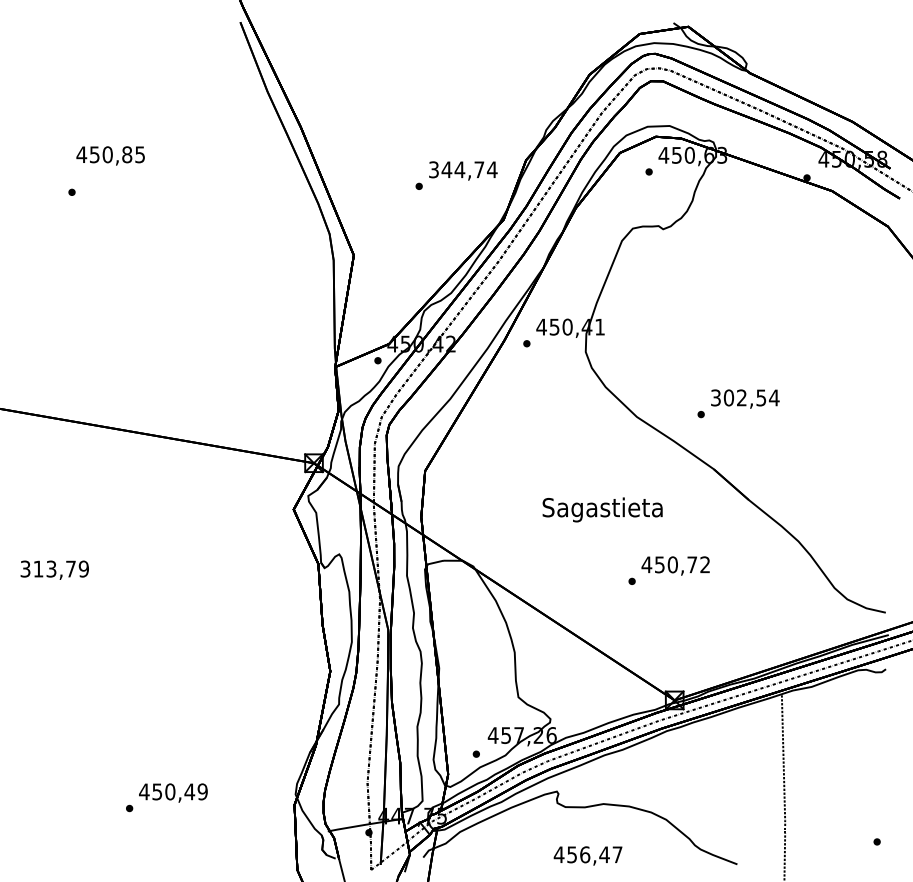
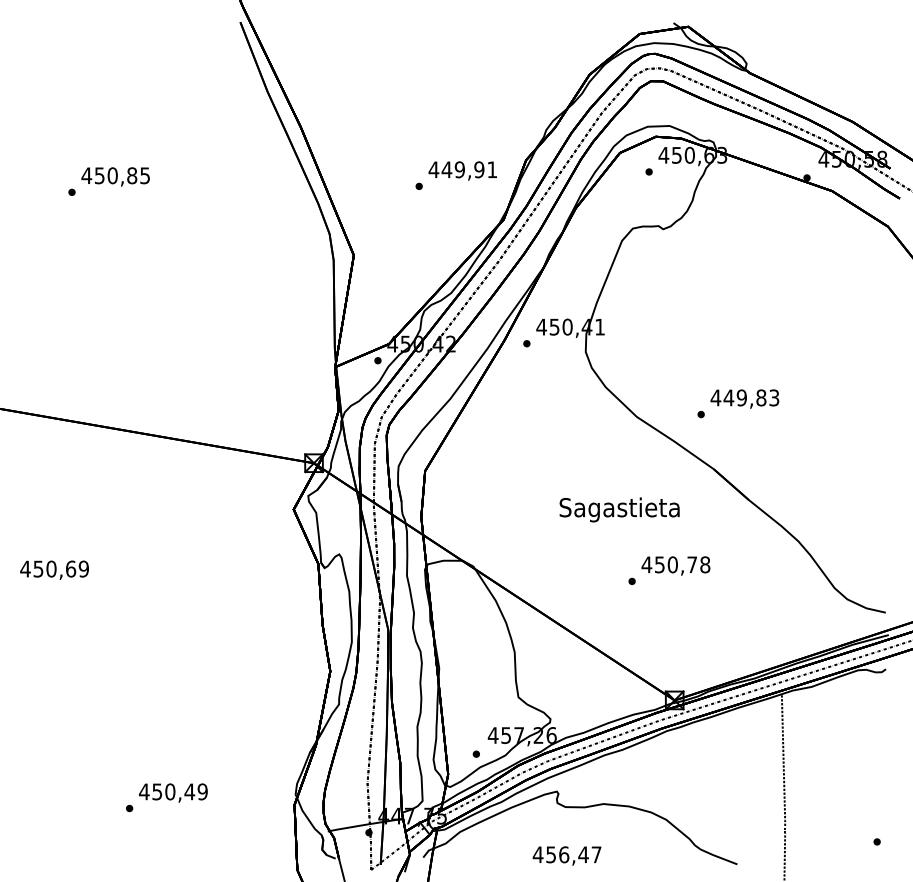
text at (110, 155) position: (110, 155) -> (115, 176)
text at (462, 169): 344,74 -> 449,91
text at (744, 397): 302,54 -> 449,83
text at (602, 509) position: (602, 509) -> (619, 509)
text at (705, 564): 450,72 -> 450,78
text at (48, 568): 313,79 -> 450,69
text at (587, 855) position: (587, 855) -> (566, 855)
